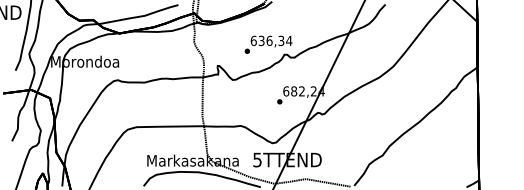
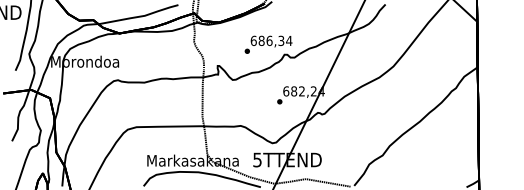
text at (261, 40): 636,34 -> 686,34
